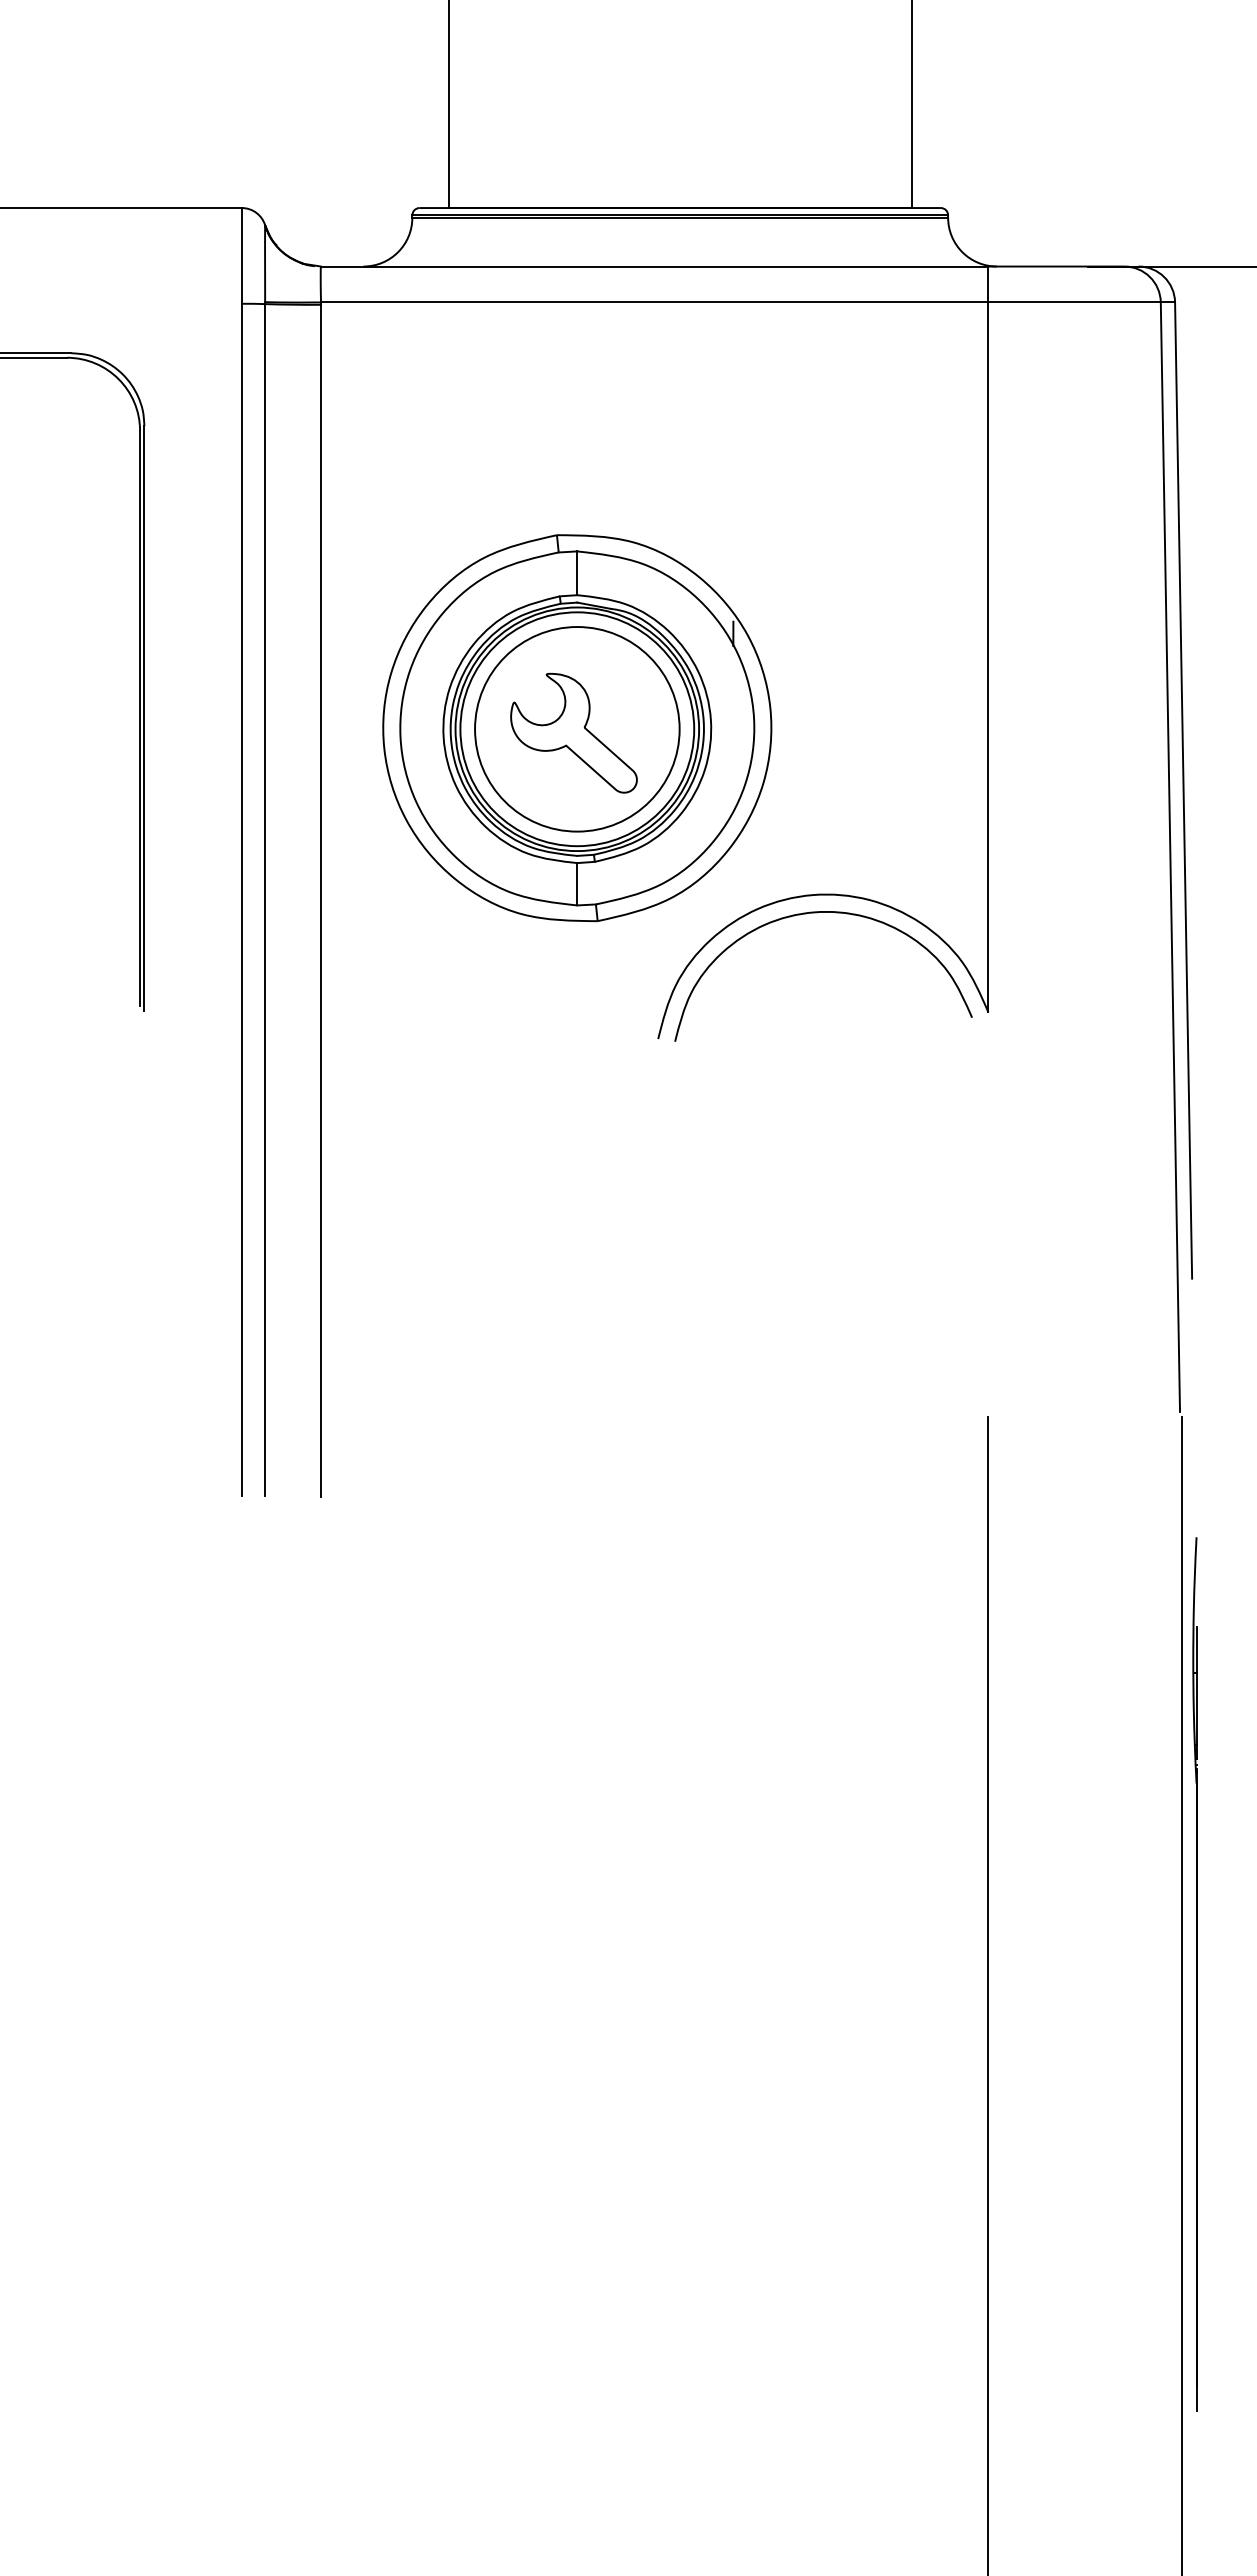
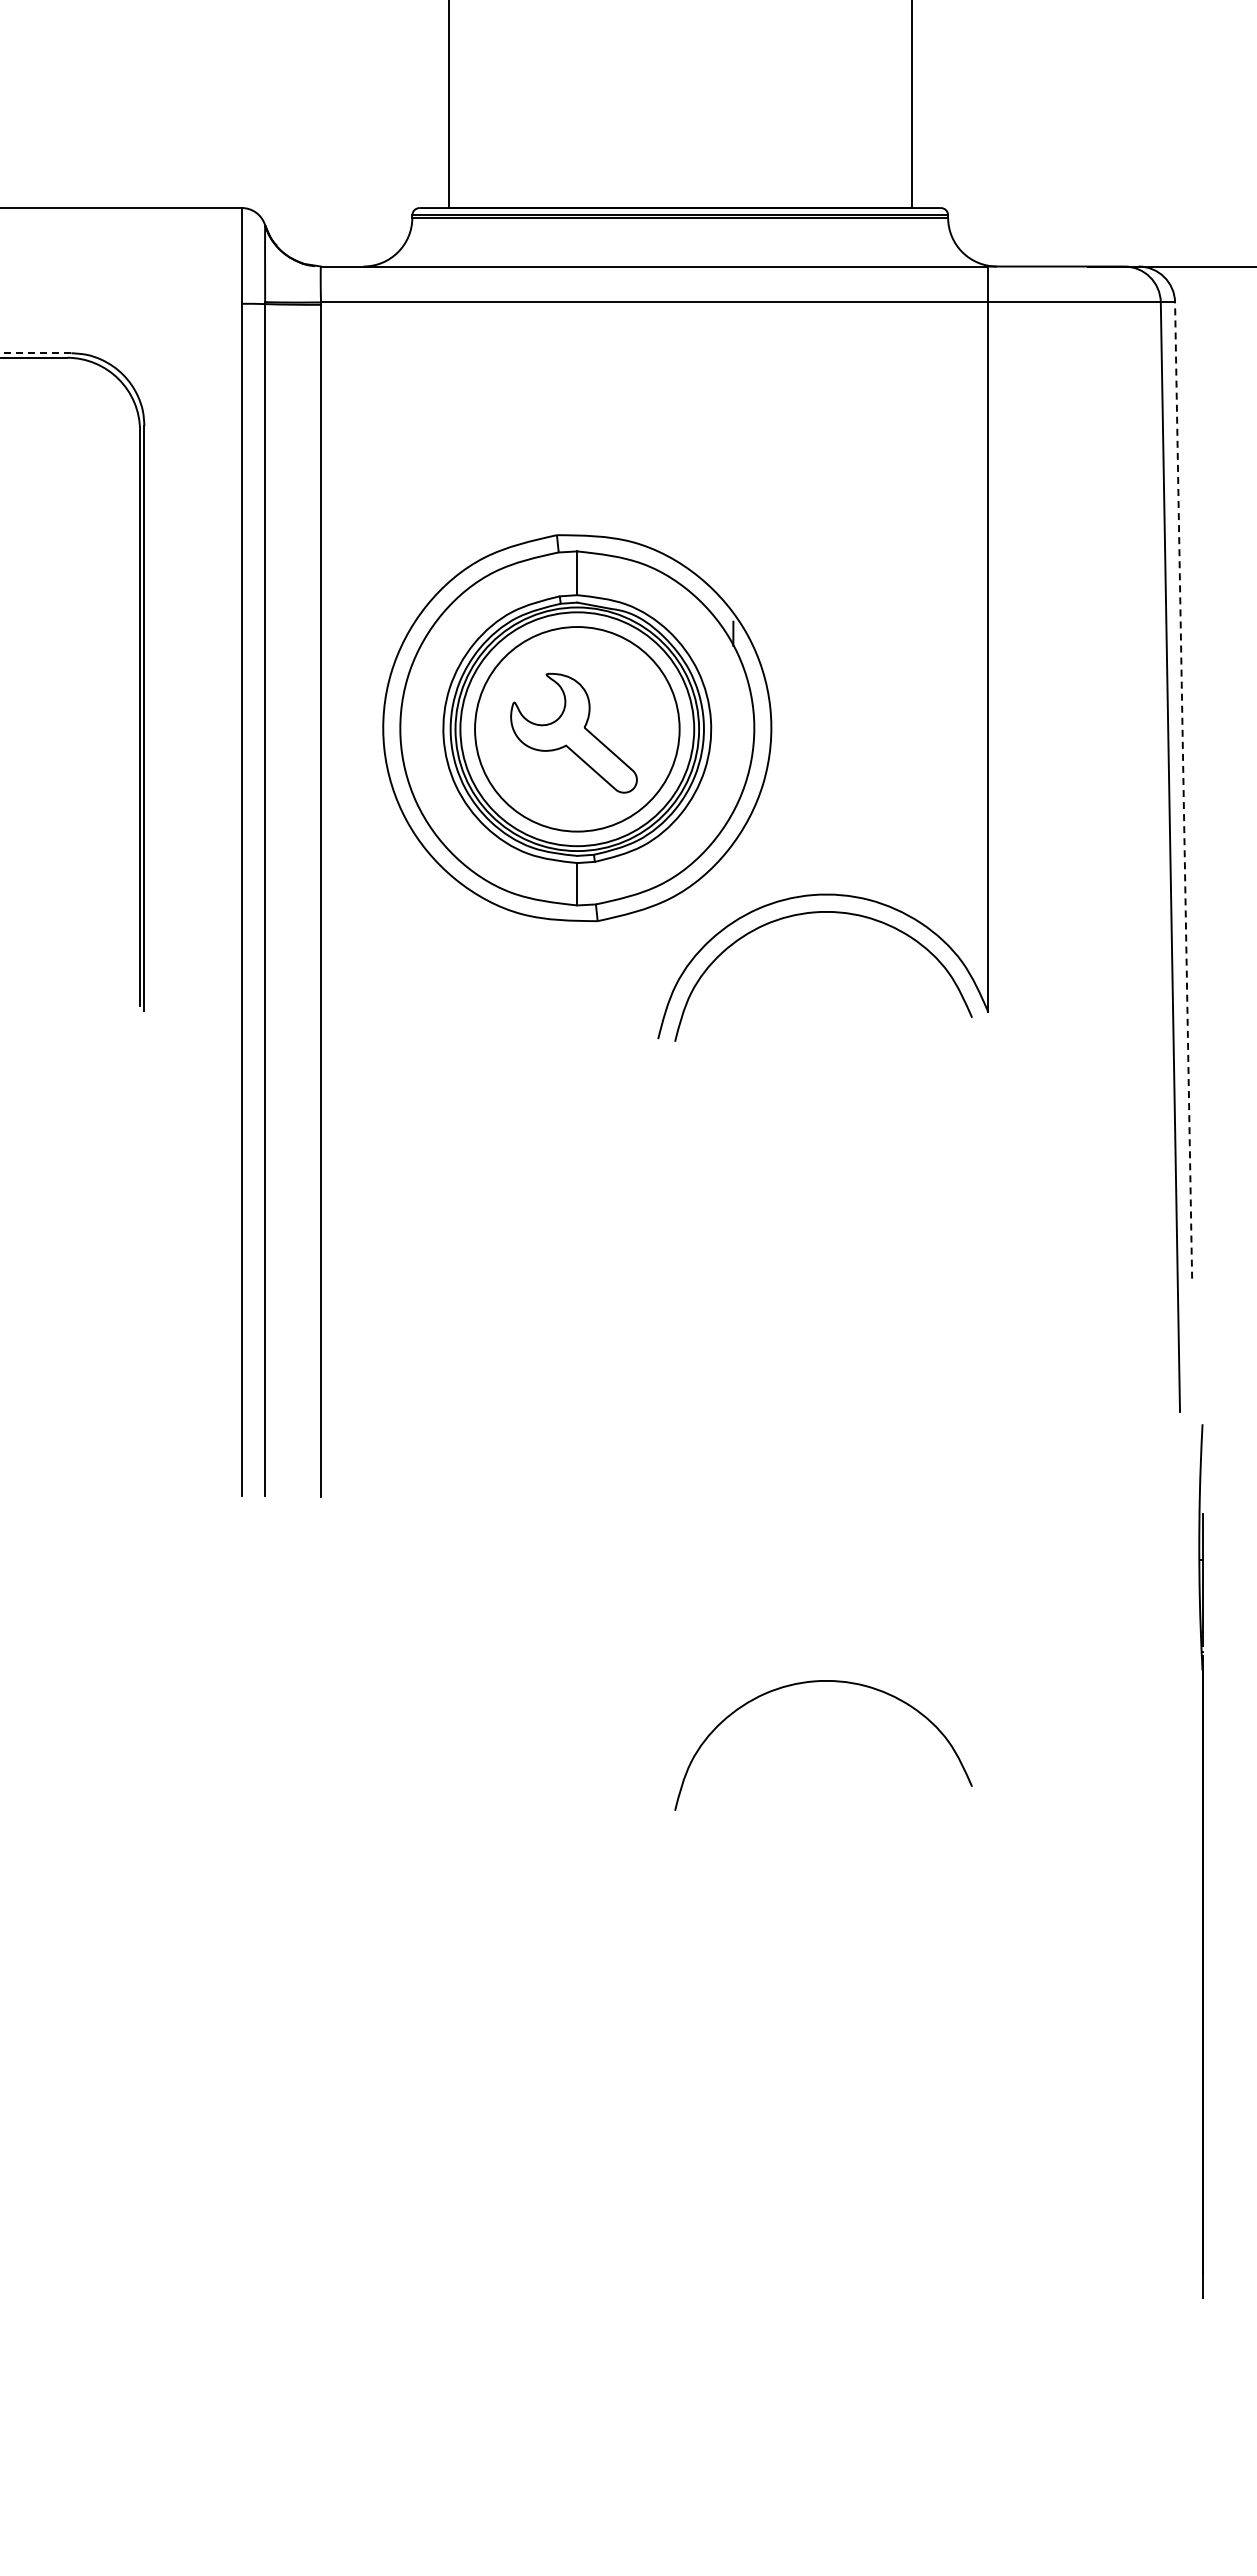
line at (35, 353): solid -> dashed
line at (1183, 790): solid -> dashed
curve at (817, 1682): none -> present
part at (1194, 1974) position: (1194, 1974) -> (1200, 1861)
line at (988, 1994): present -> none
line at (1182, 1994): present -> none
